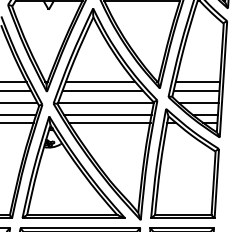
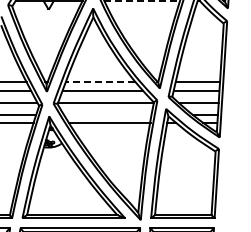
line at (142, 0): solid -> dashed
line at (100, 81): solid -> dashed
line at (107, 115): present -> none
